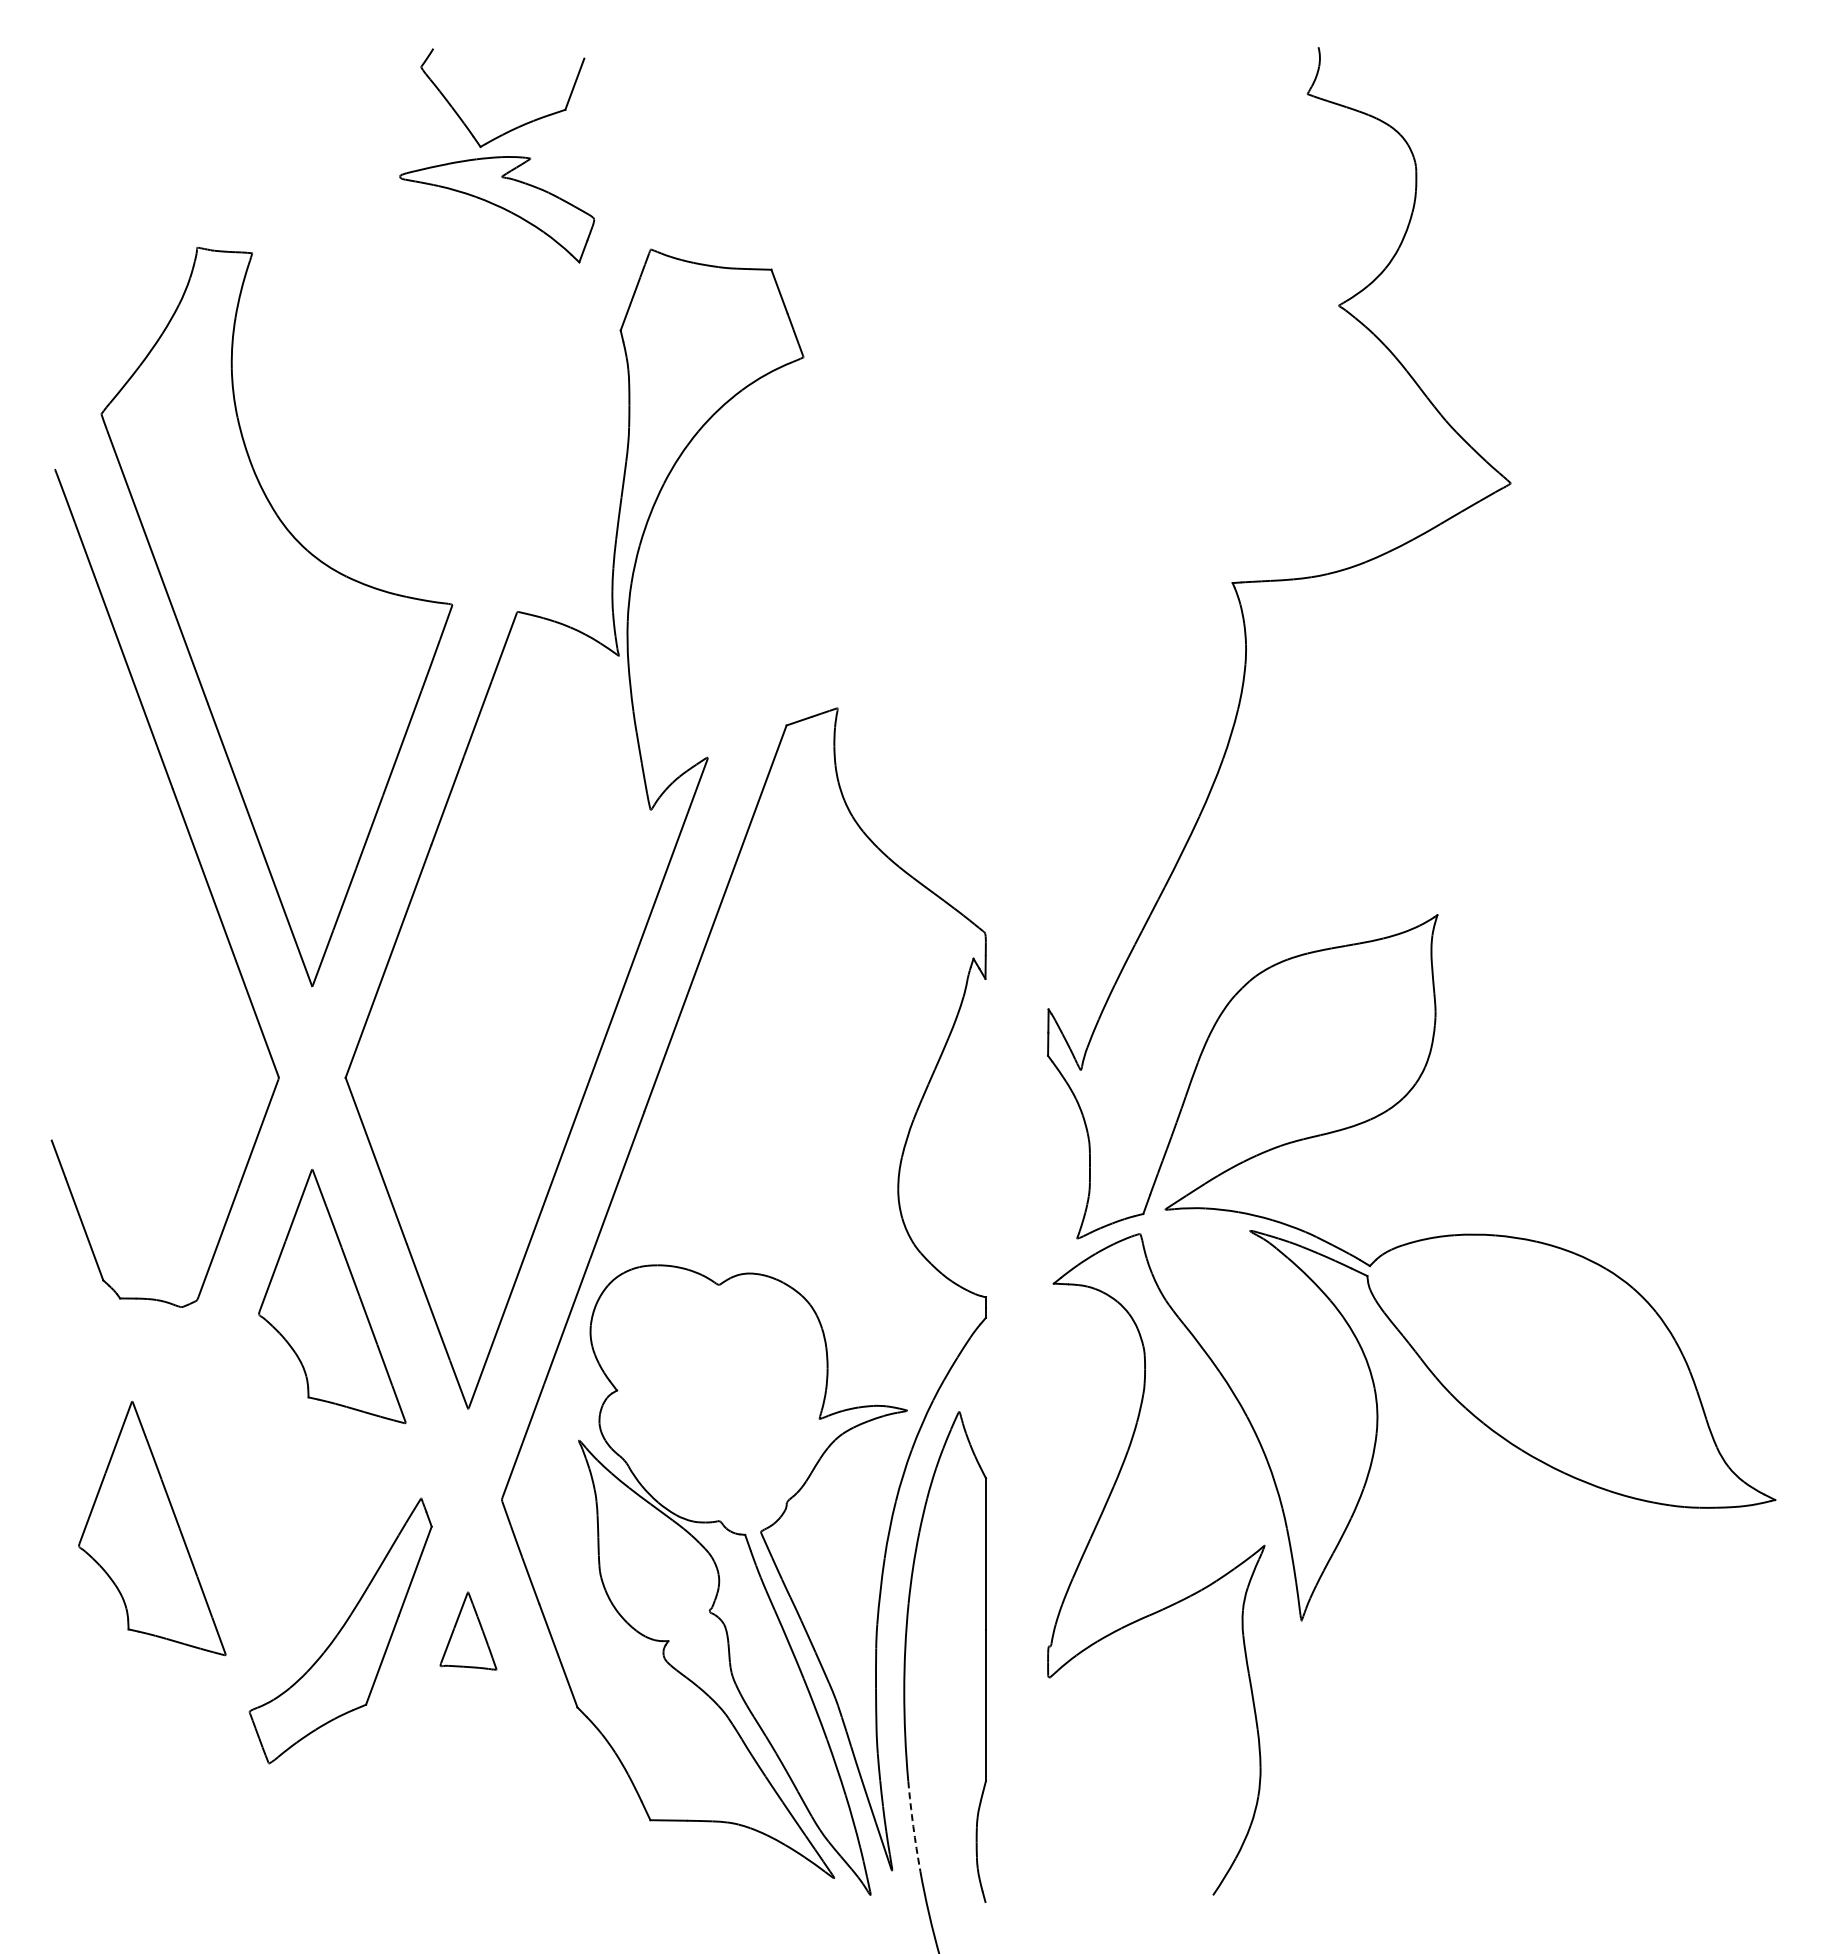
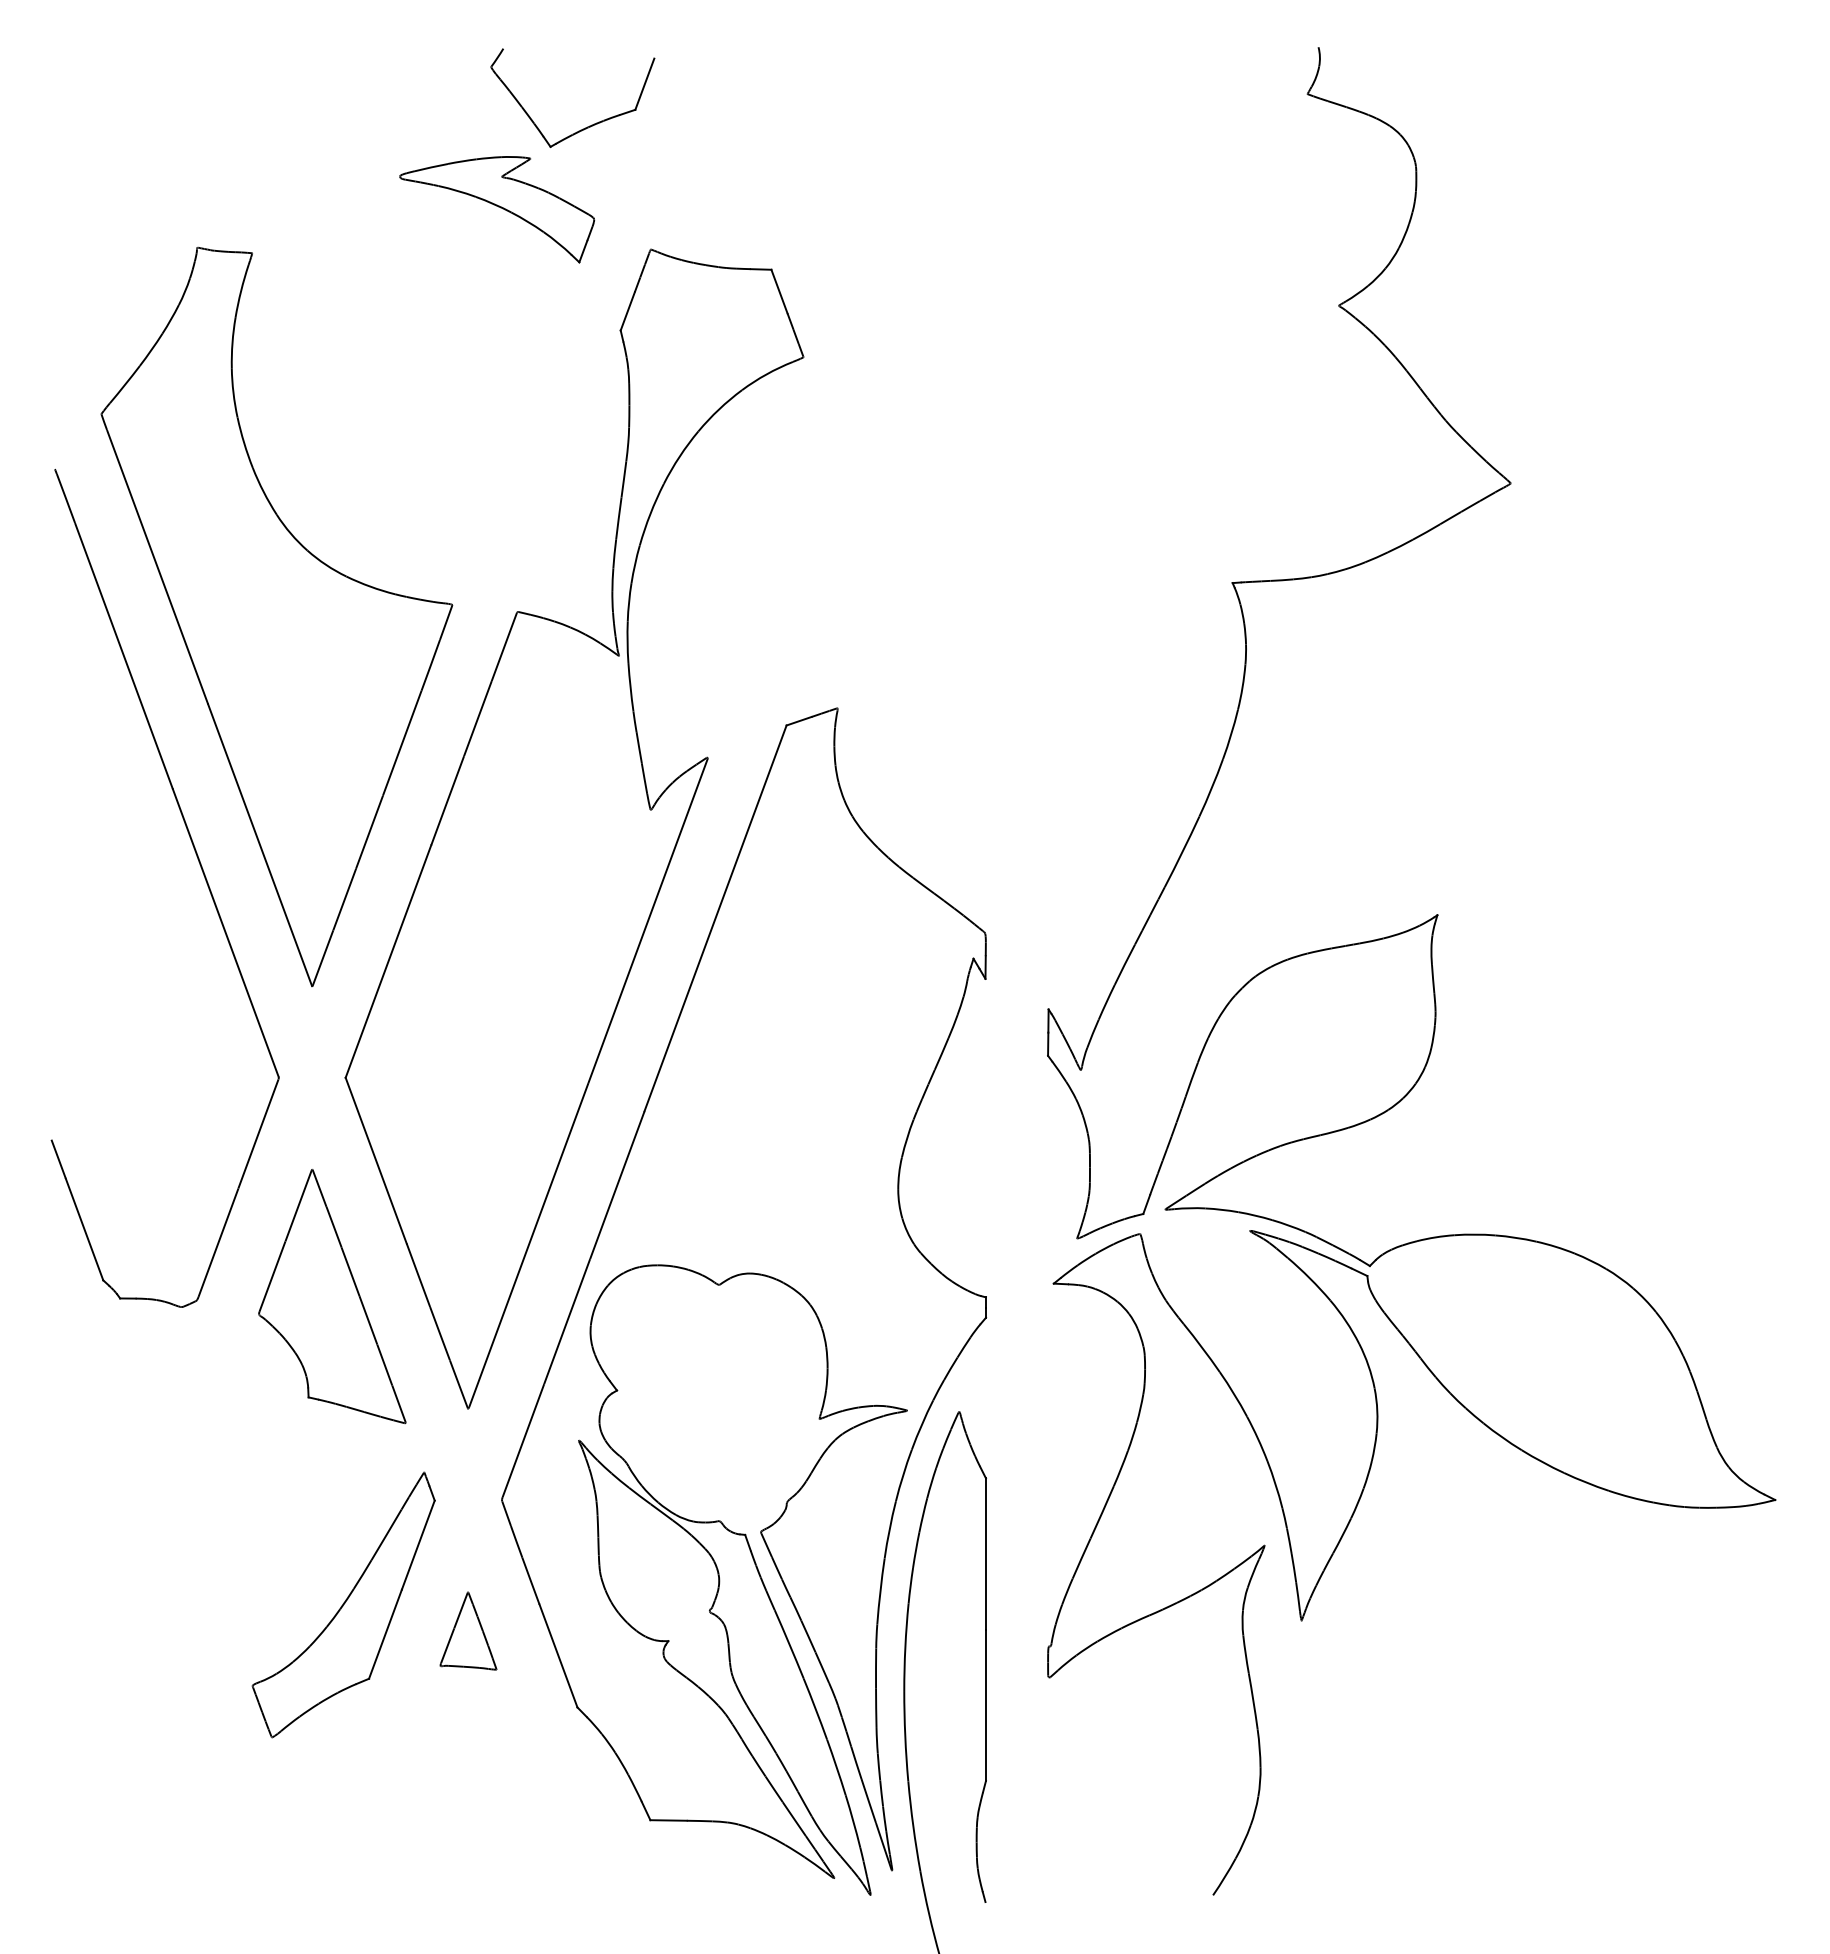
part at (517, 126) position: (517, 126) -> (587, 126)
part at (152, 1528): present -> none
part at (340, 1630) position: (340, 1630) -> (343, 1604)
arc at (913, 1826): dashed -> solid
